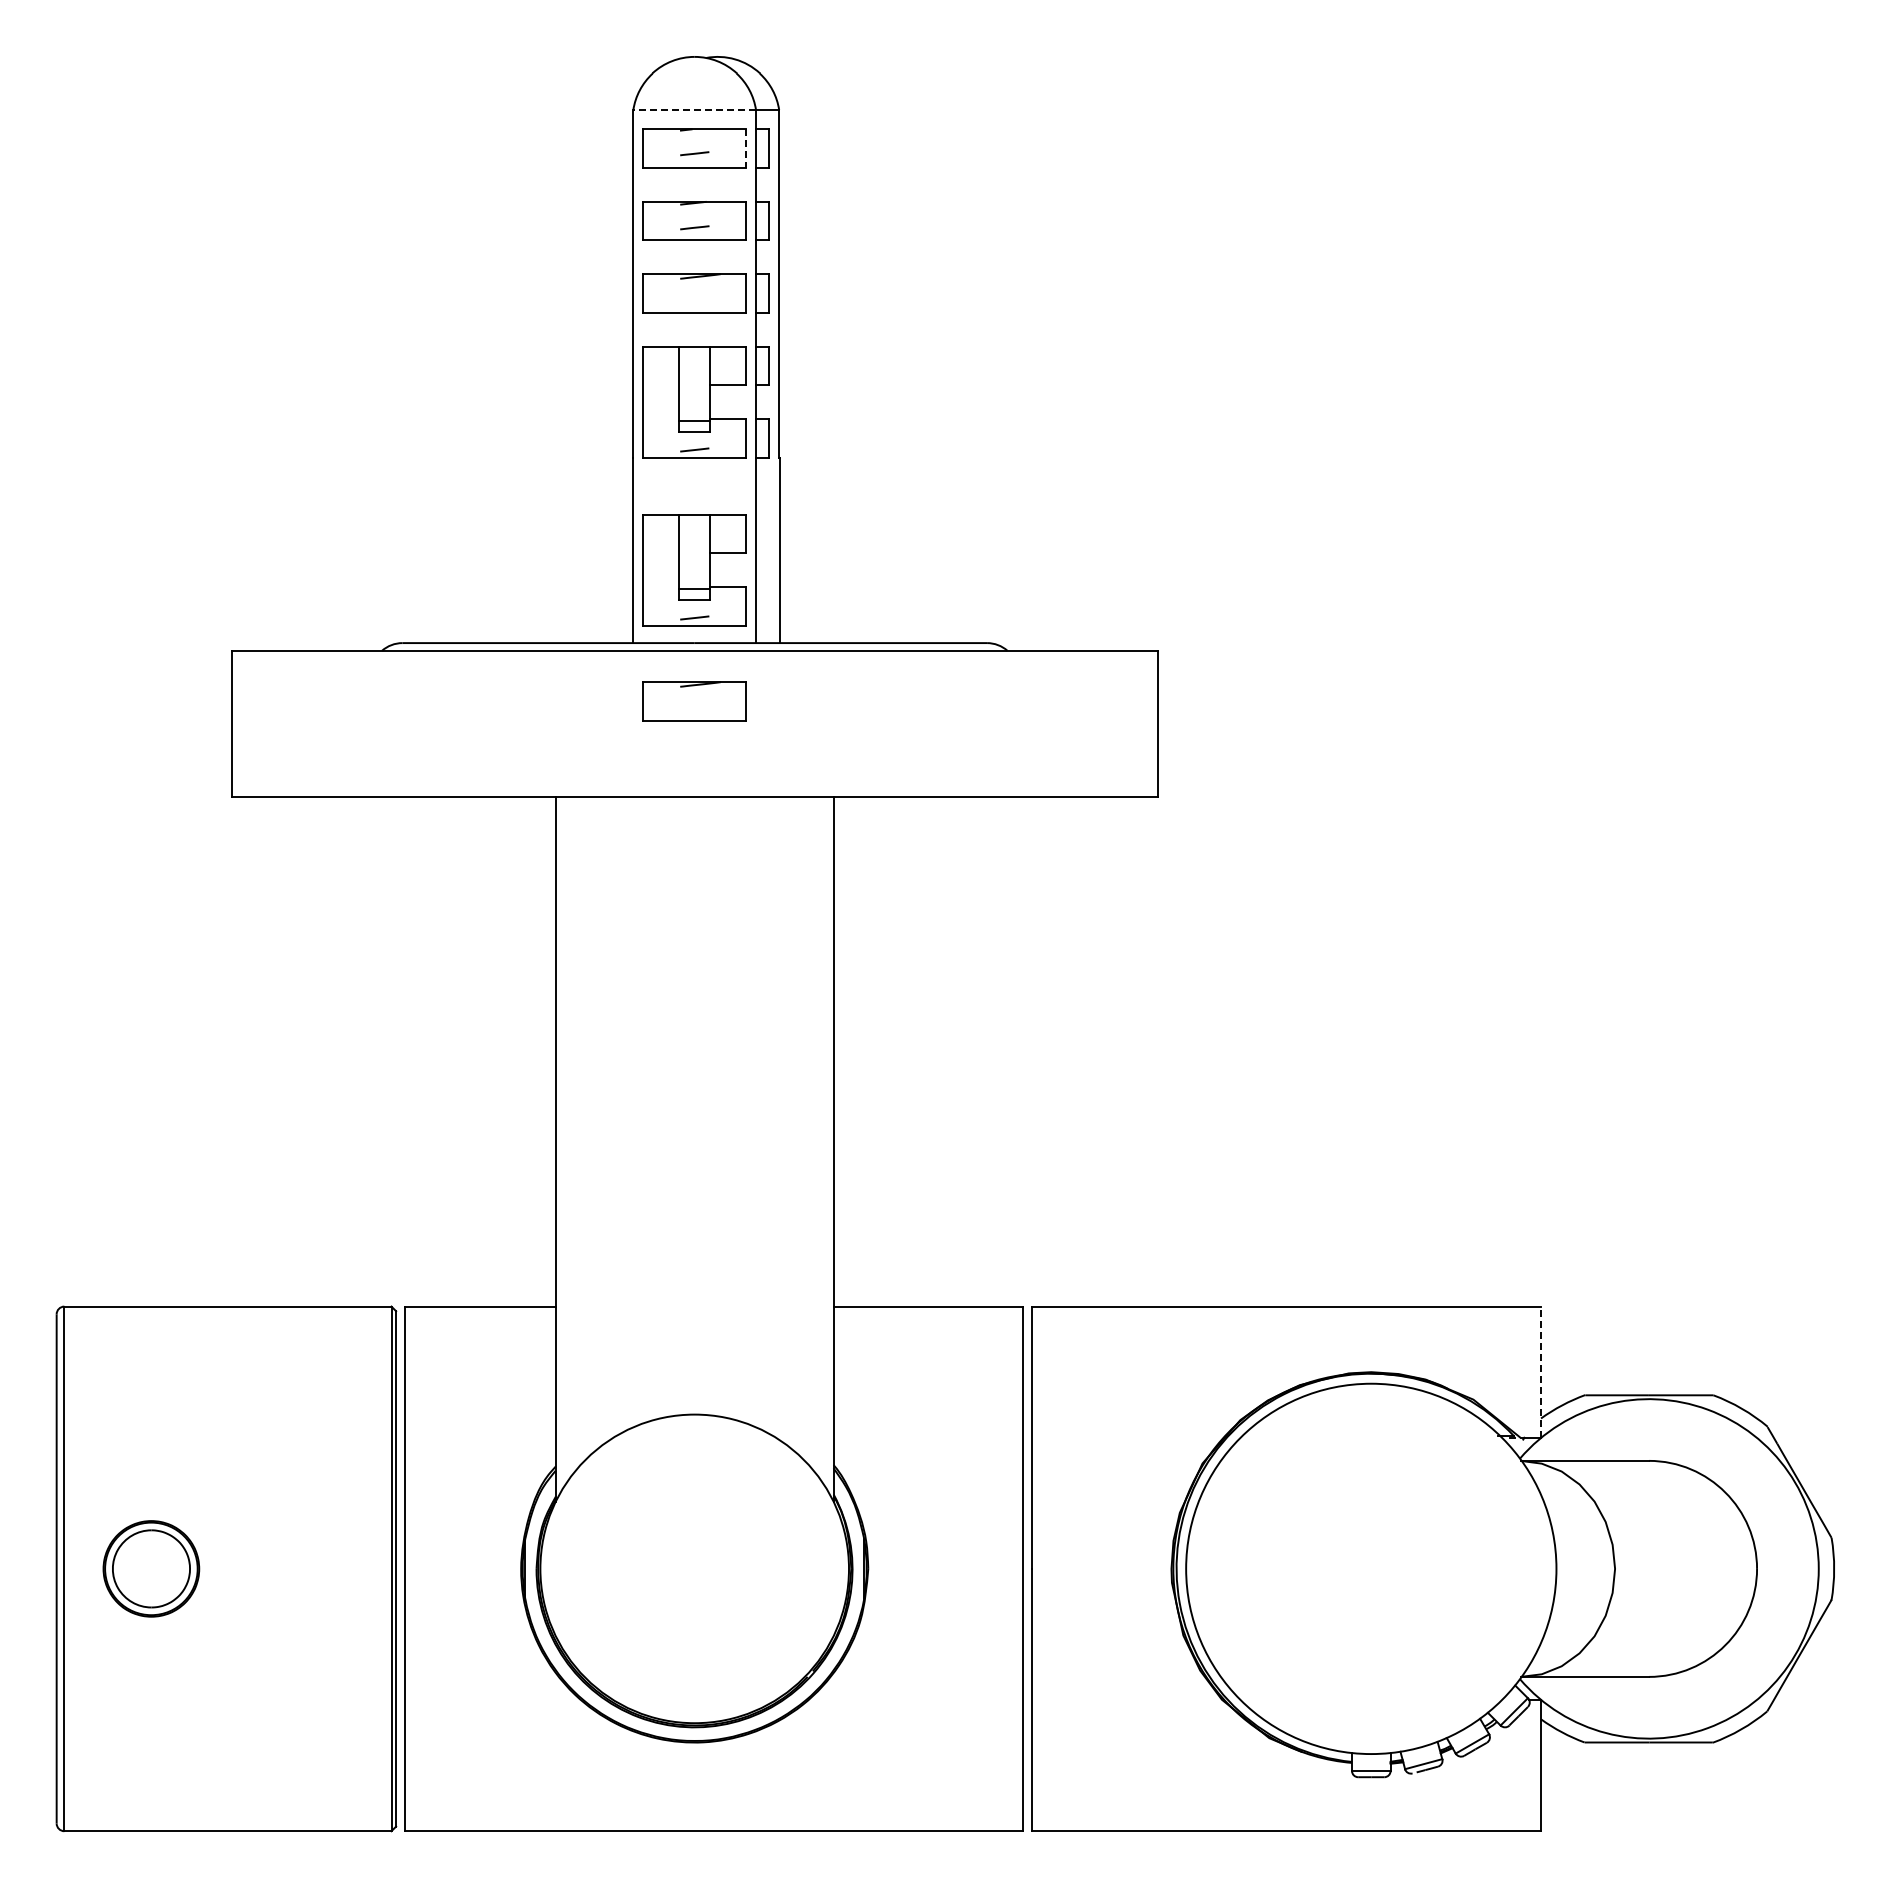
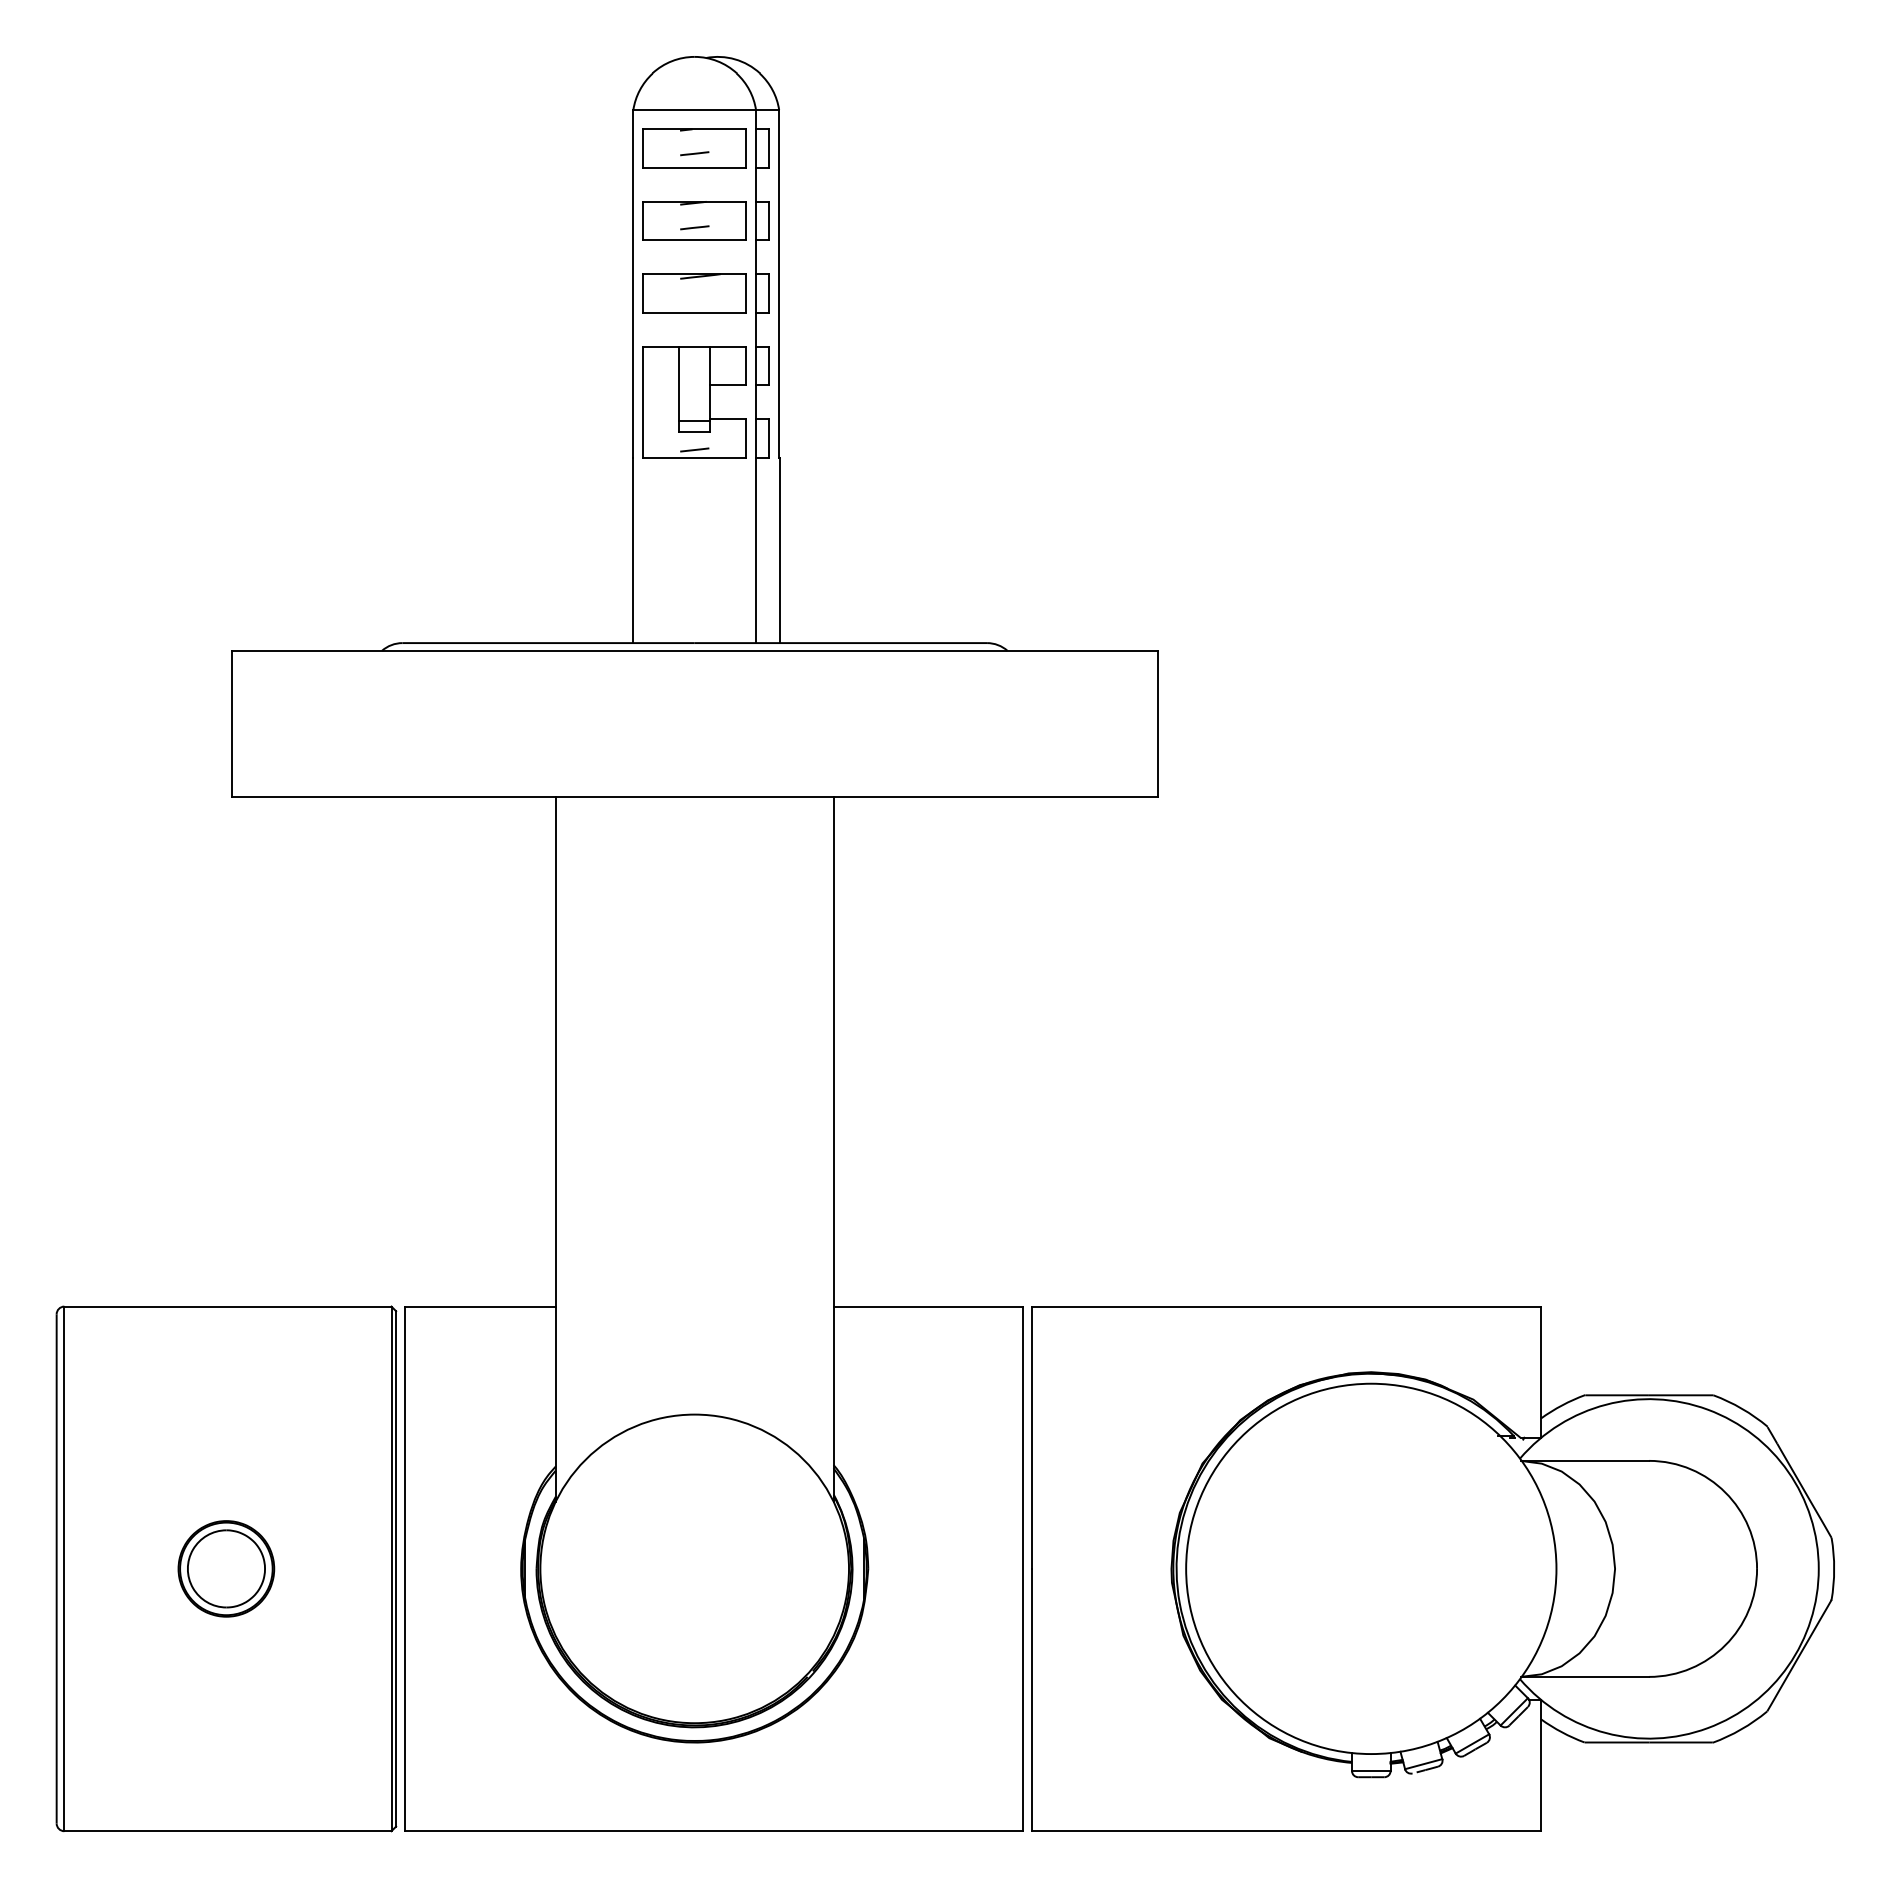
line at (694, 109): dashed -> solid
line at (746, 149): dashed -> solid
part at (694, 570): present -> none
part at (694, 701): present -> none
line at (1541, 1372): dashed -> solid
part at (151, 1568) position: (151, 1568) -> (226, 1568)
